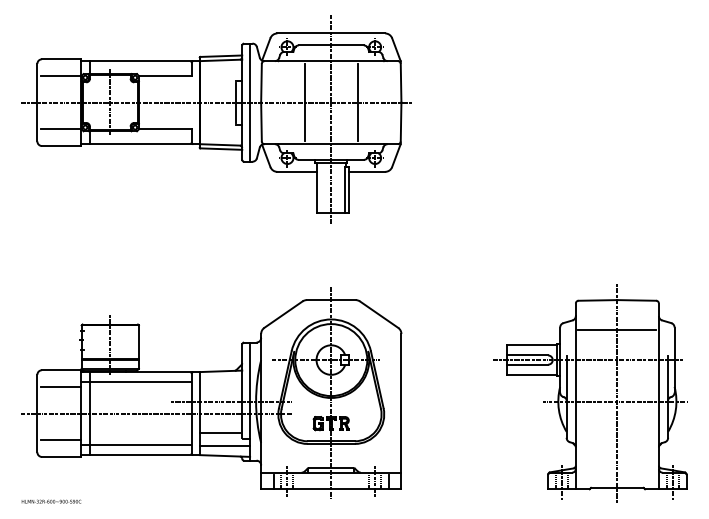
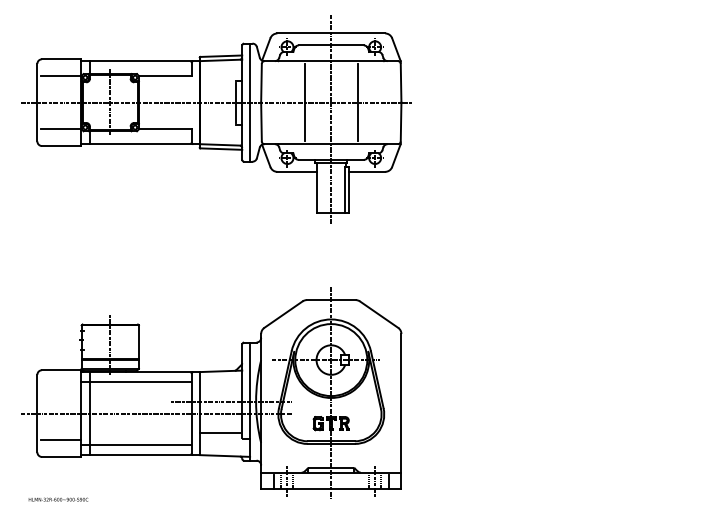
line at (60, 386): present -> none
part at (590, 393): present -> none
line at (224, 446): present -> none
text at (51, 501) position: (51, 501) -> (58, 499)
